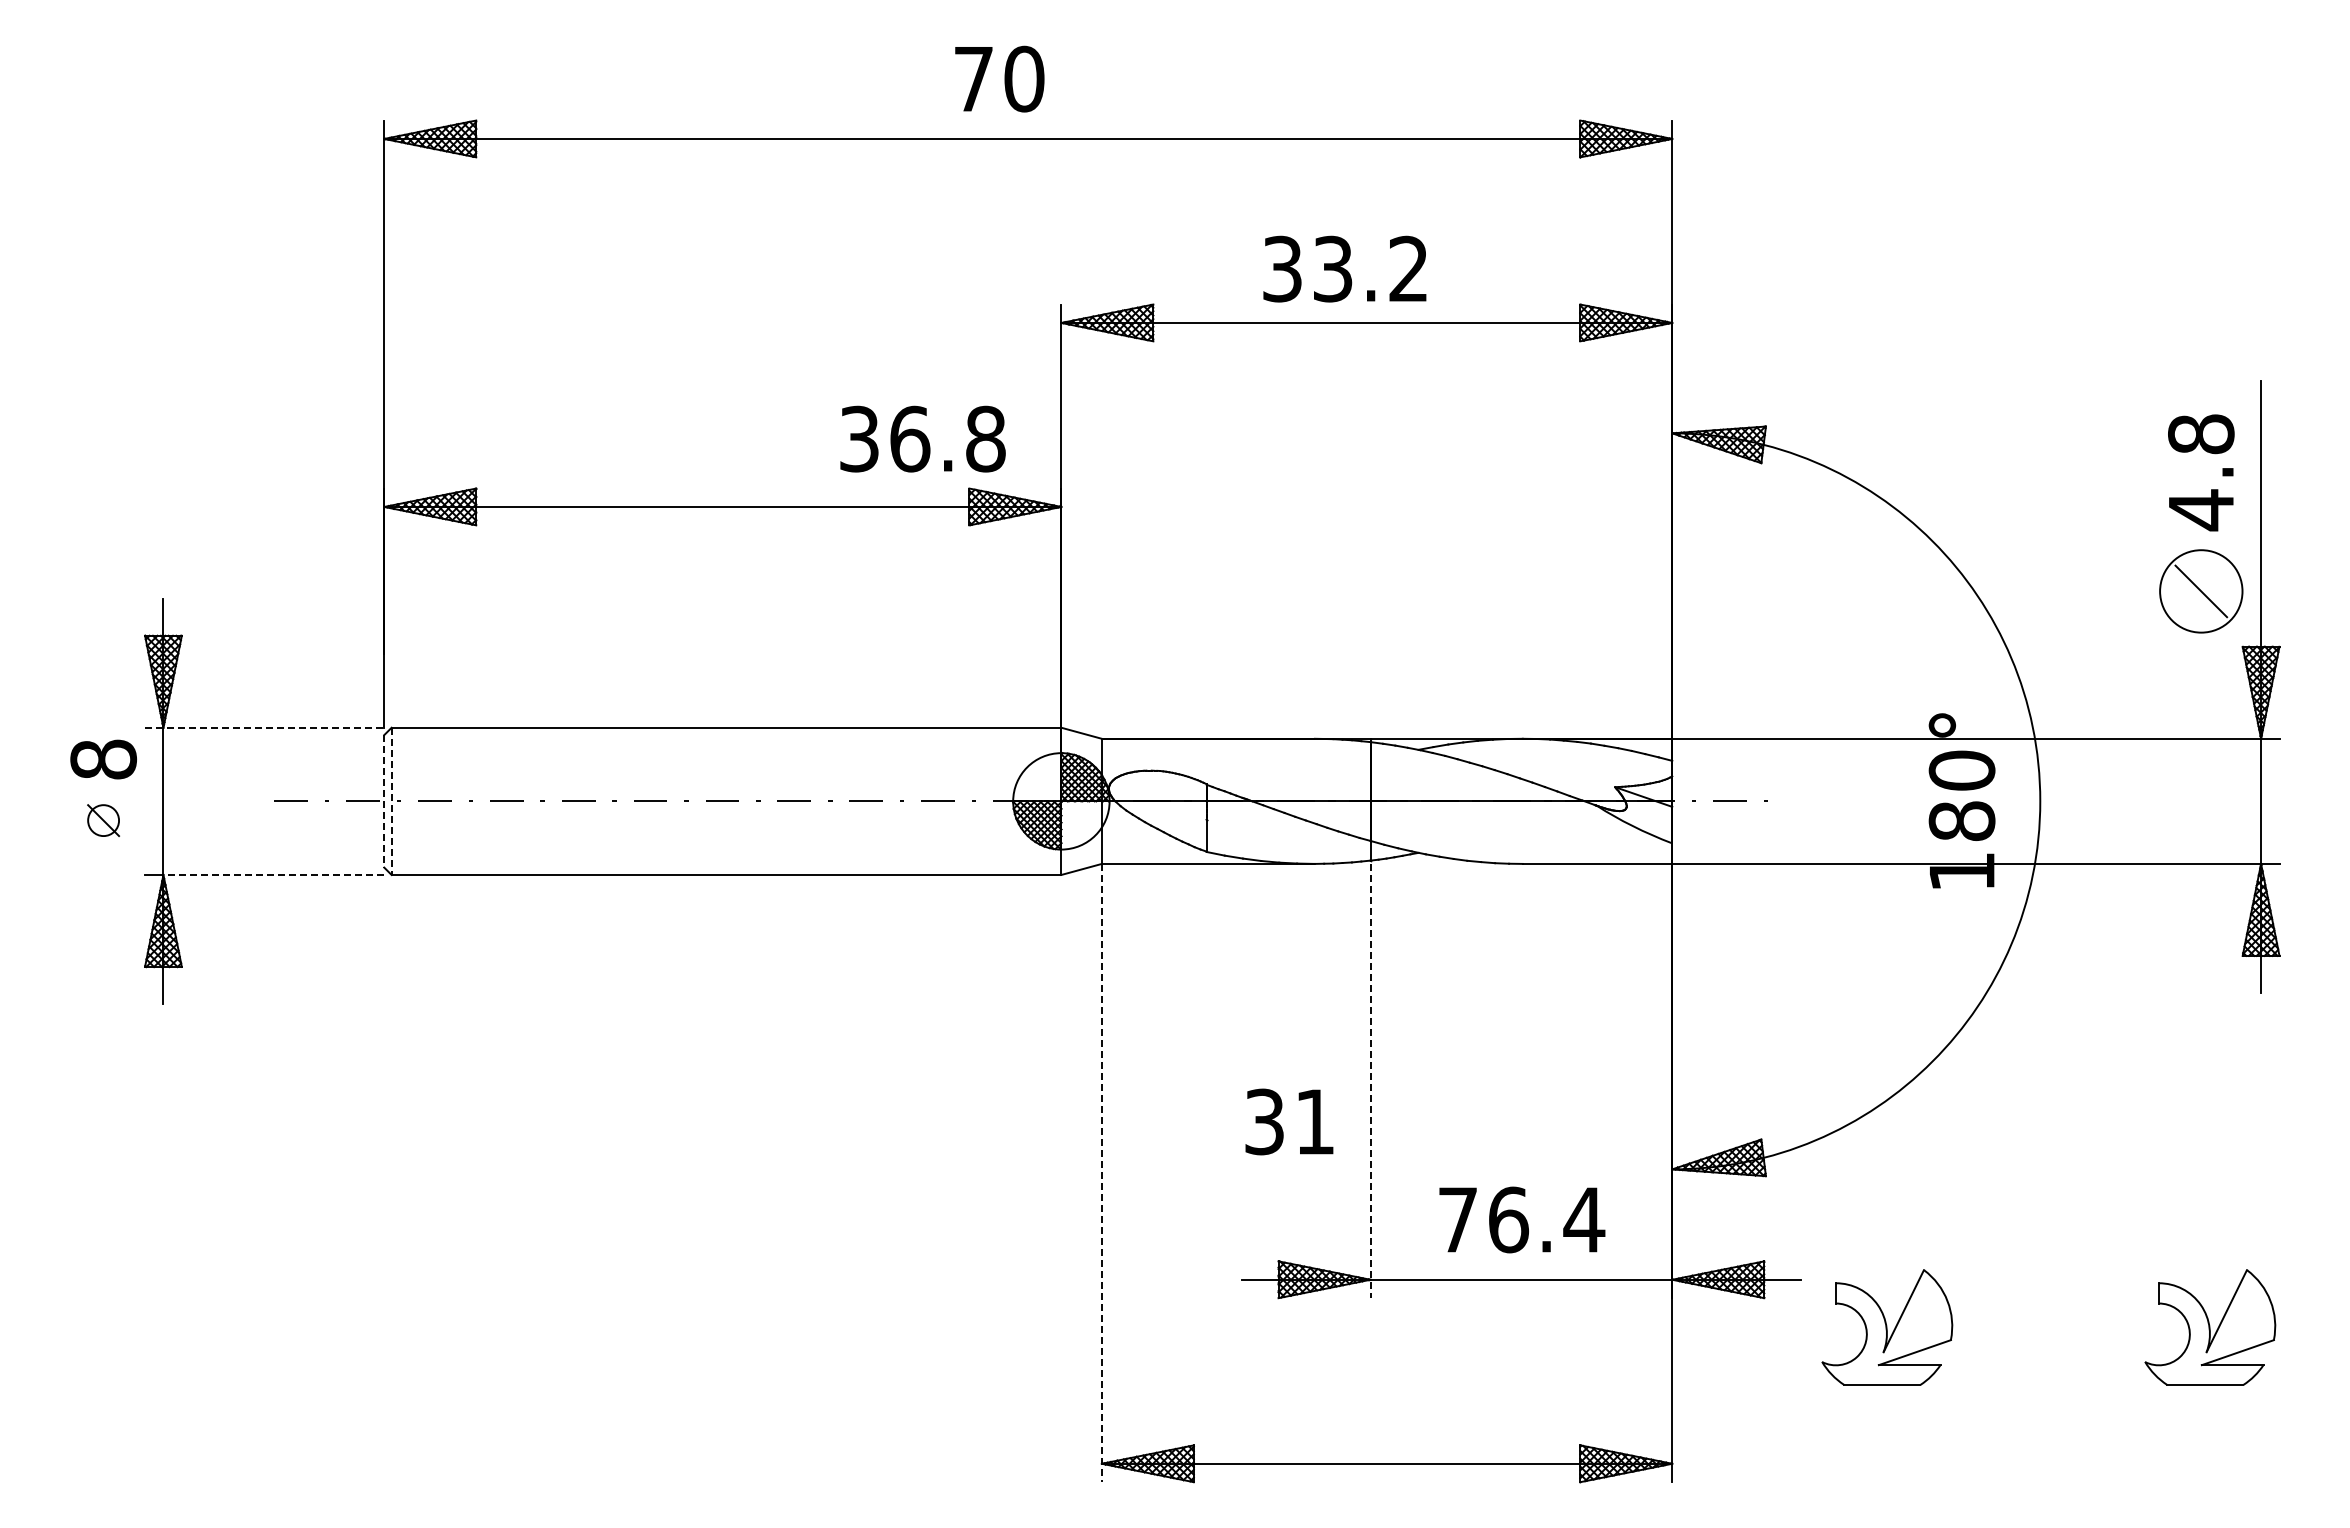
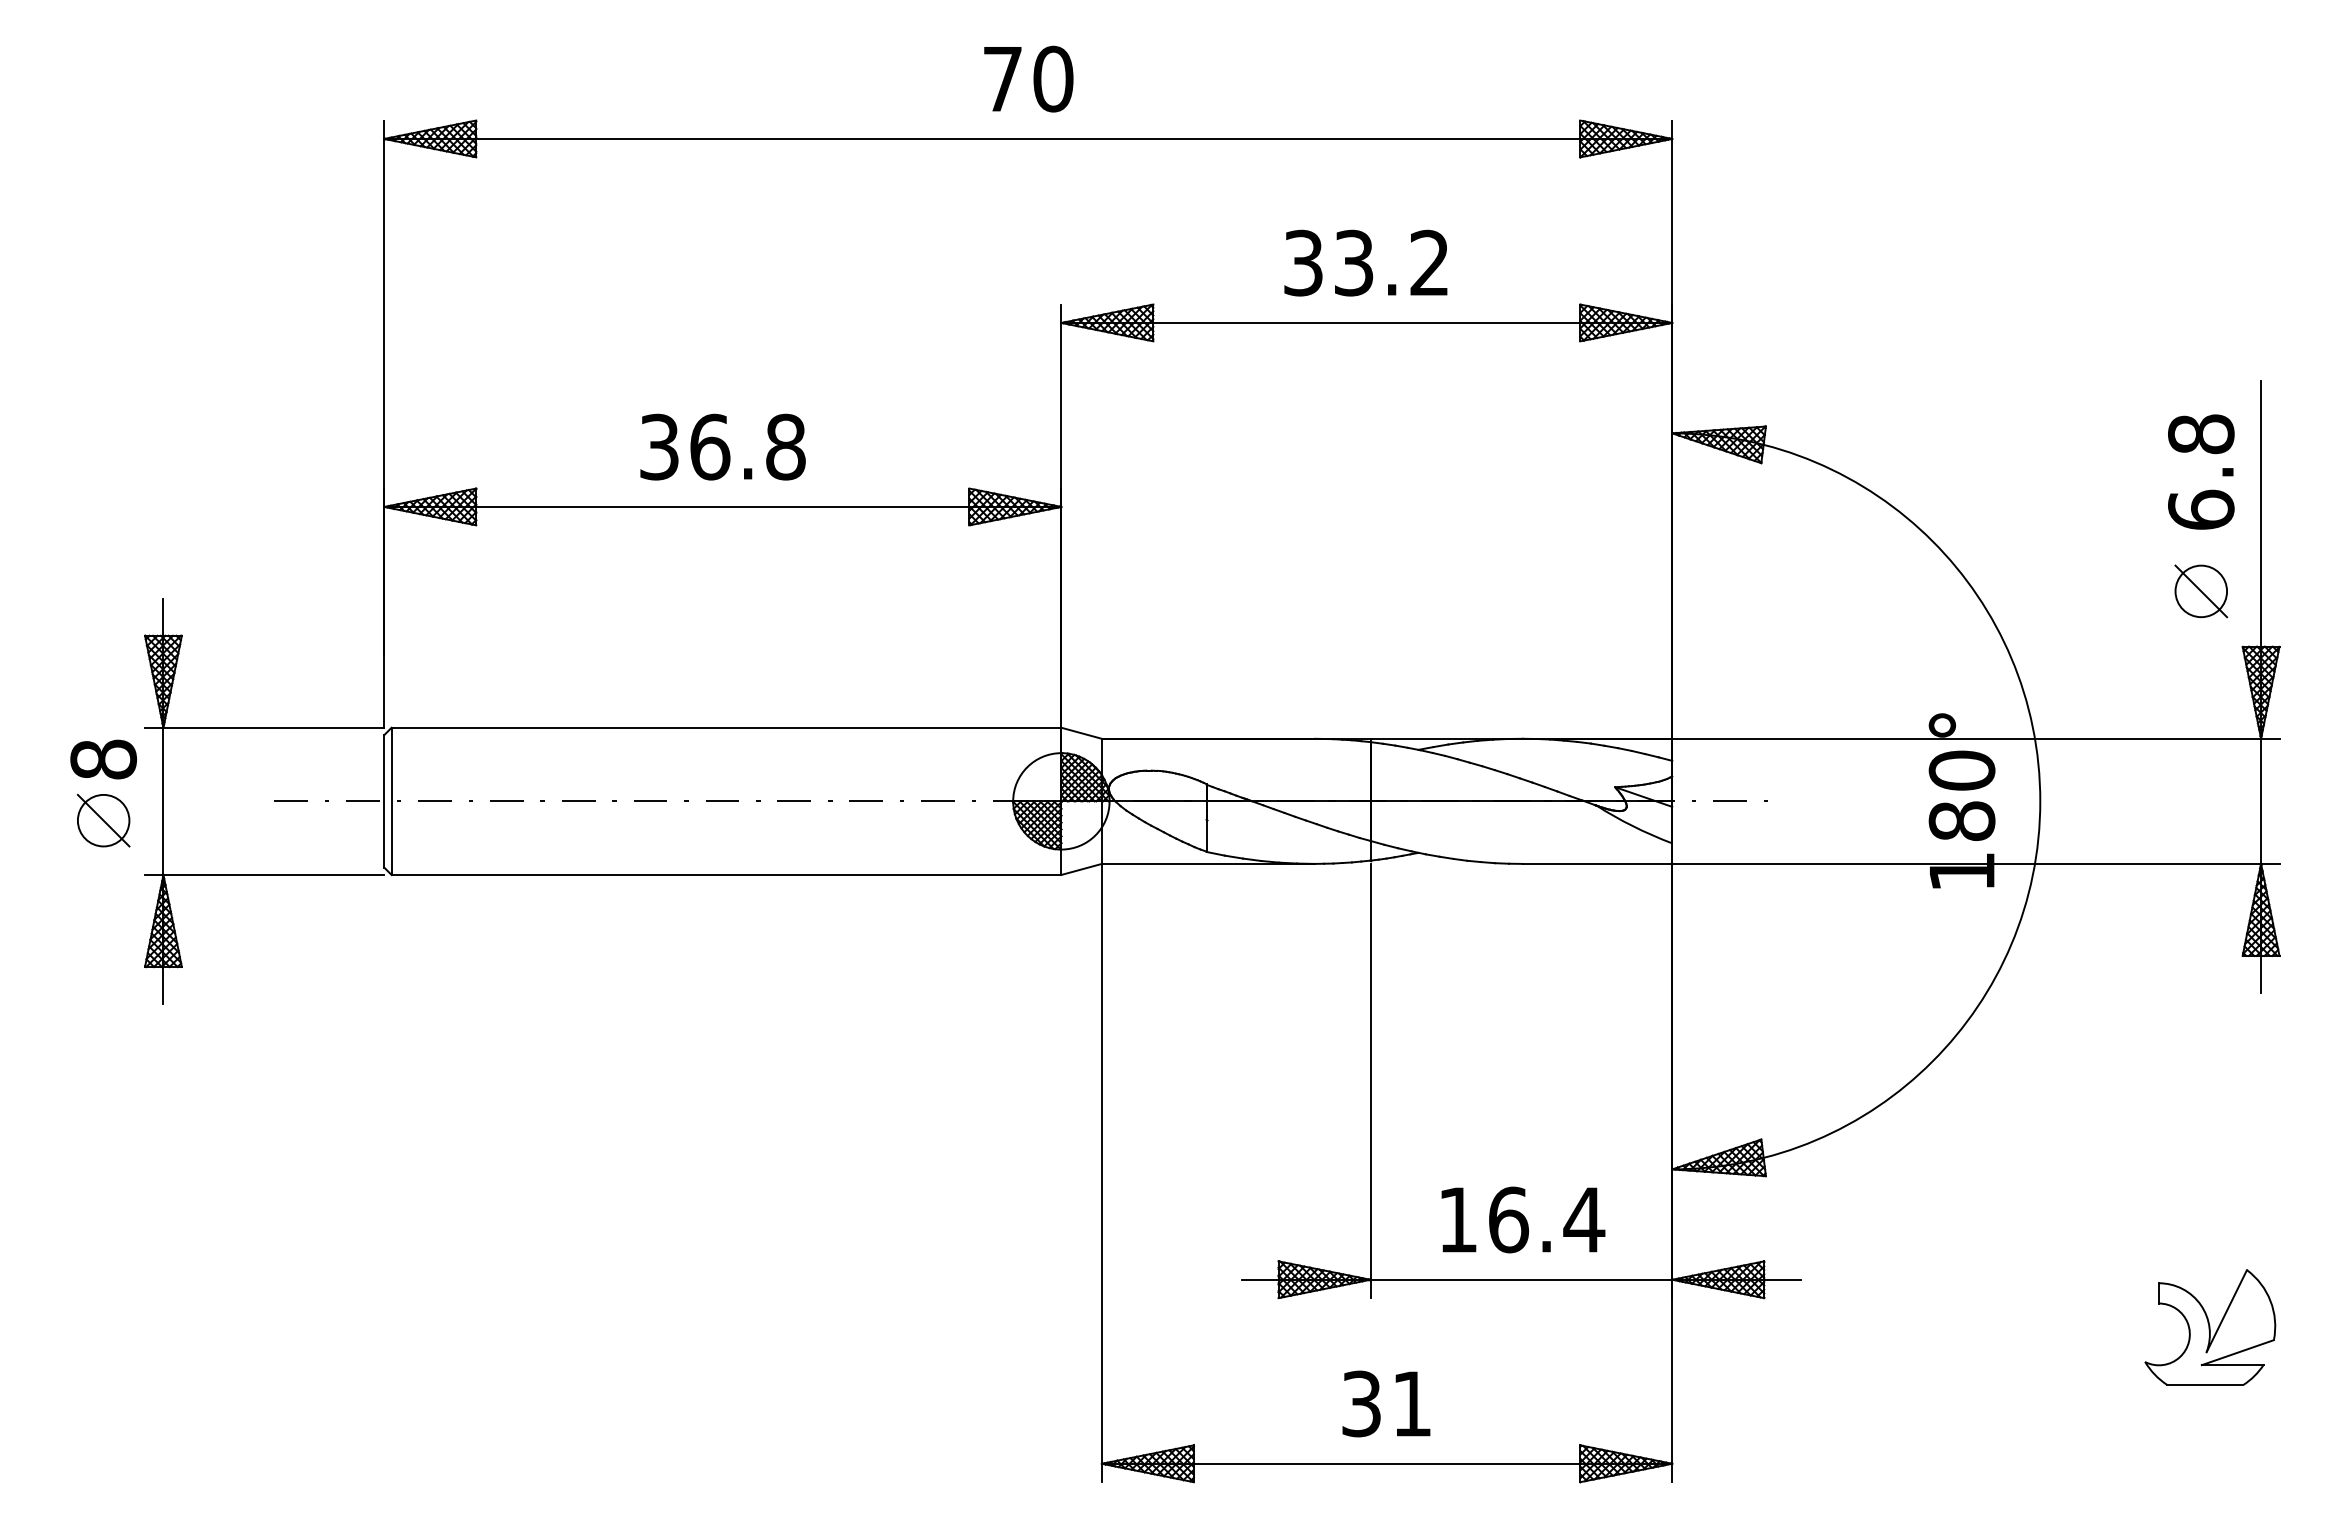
text at (999, 78) position: (999, 78) -> (1028, 78)
text at (1344, 268) position: (1344, 268) -> (1365, 262)
text at (922, 438) position: (922, 438) -> (722, 446)
text at (2201, 510): 4.8 -> 6.8
circle at (2201, 591) diameter: 82 px -> 52 px
line at (264, 727): dashed -> solid
line at (384, 801): dashed -> solid
line at (391, 801): dashed -> solid
part at (103, 820) size: 33x33 px -> 55x55 px
line at (273, 874): dashed -> solid
line at (1370, 1081): dashed -> solid
text at (1289, 1121) position: (1289, 1121) -> (1386, 1403)
line at (1101, 1173): dashed -> solid
text at (1457, 1219): 76.4 -> 16.4
part at (1887, 1327): present -> none
